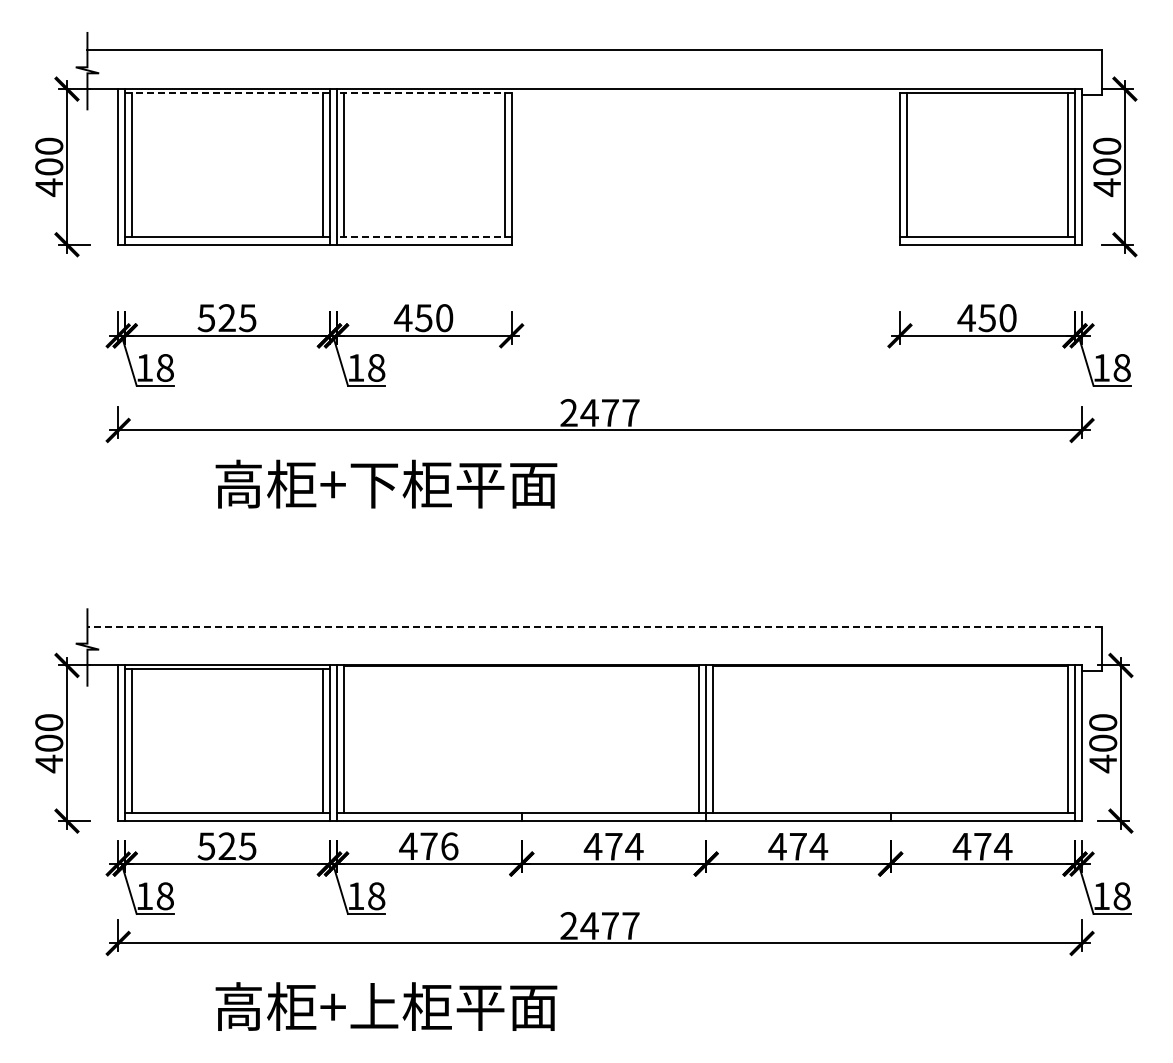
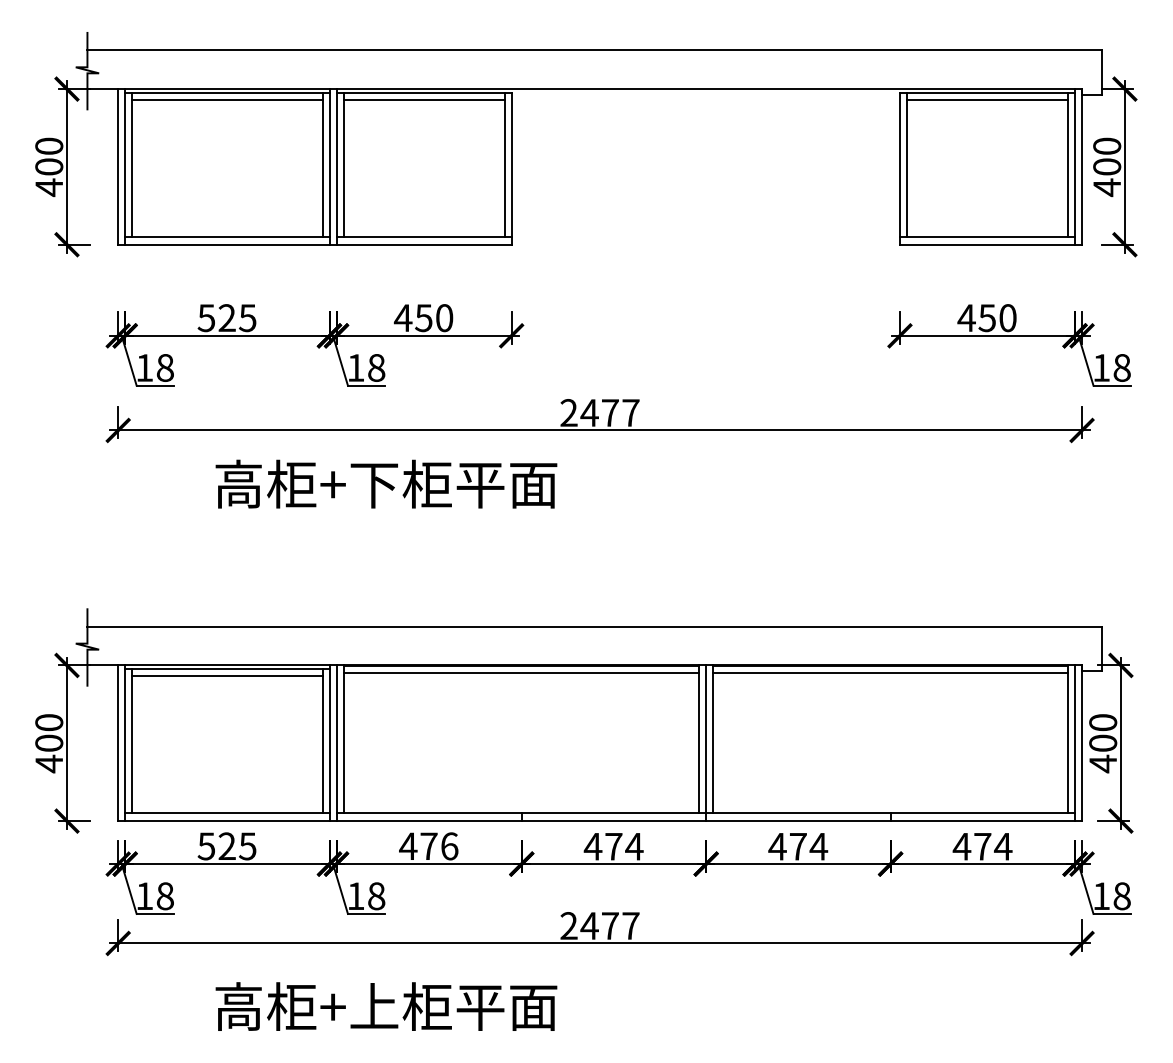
line at (226, 93): dashed -> solid
line at (424, 93): dashed -> solid
line at (227, 100): none -> present
line at (423, 100): none -> present
line at (987, 100): none -> present
line at (424, 236): dashed -> solid
line at (593, 626): dashed -> solid
line at (521, 673): none -> present
line at (890, 673): none -> present
line at (227, 676): none -> present
